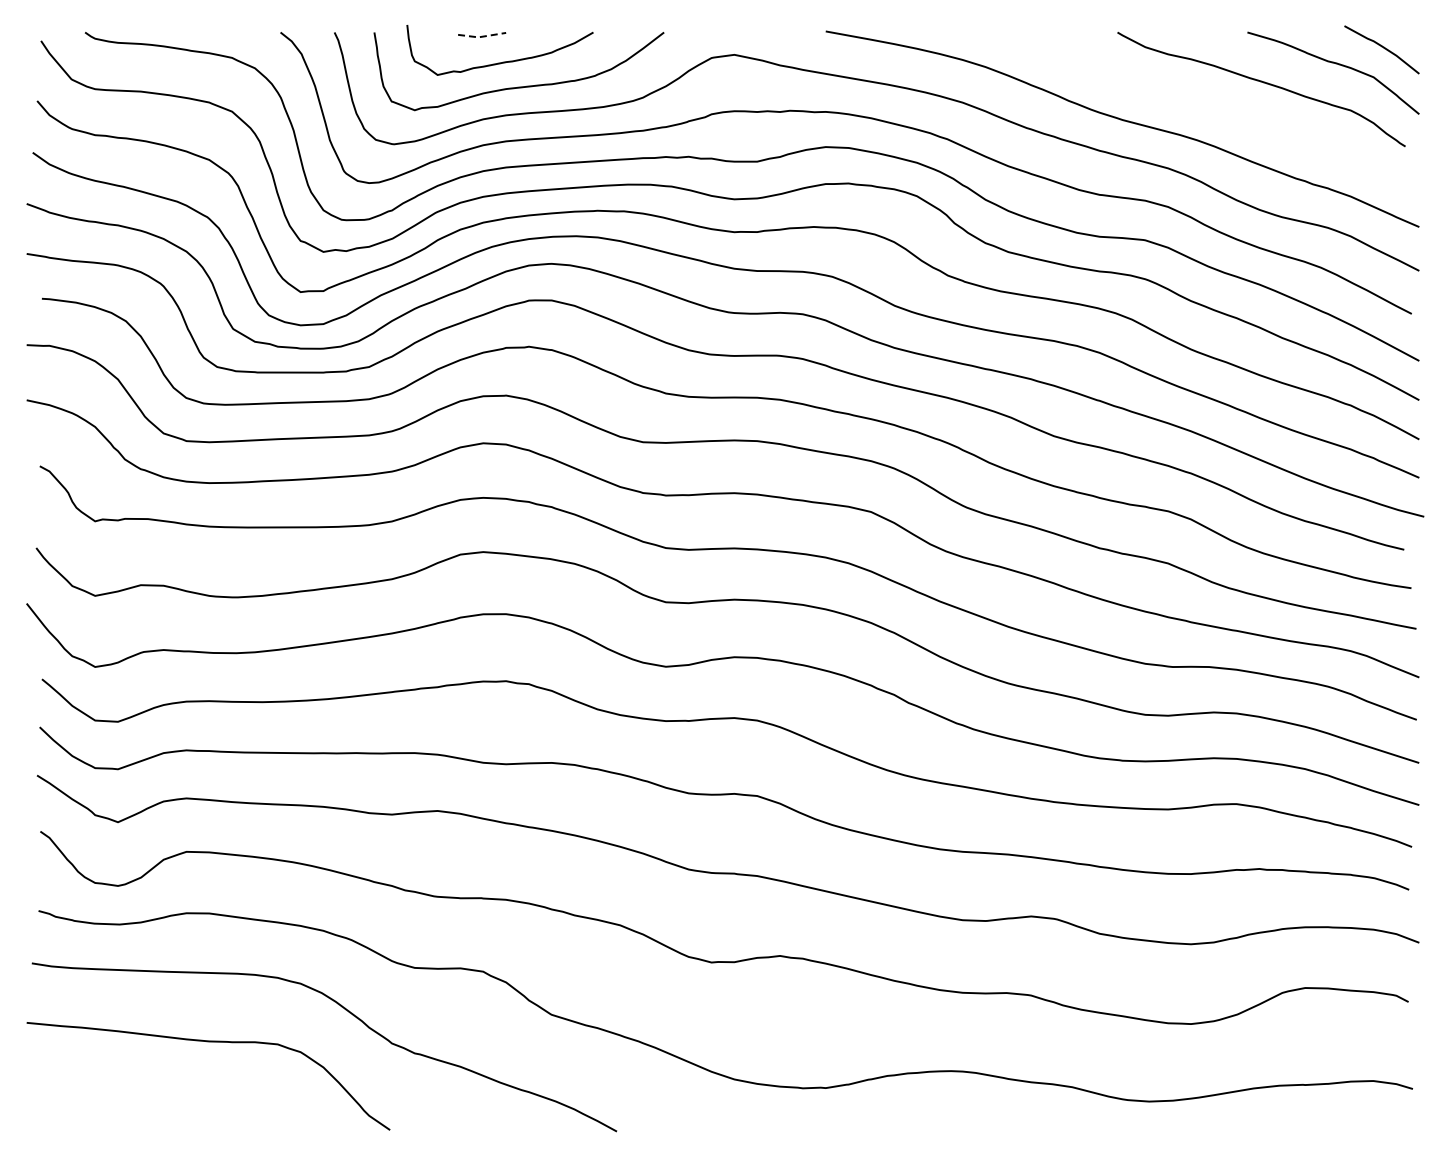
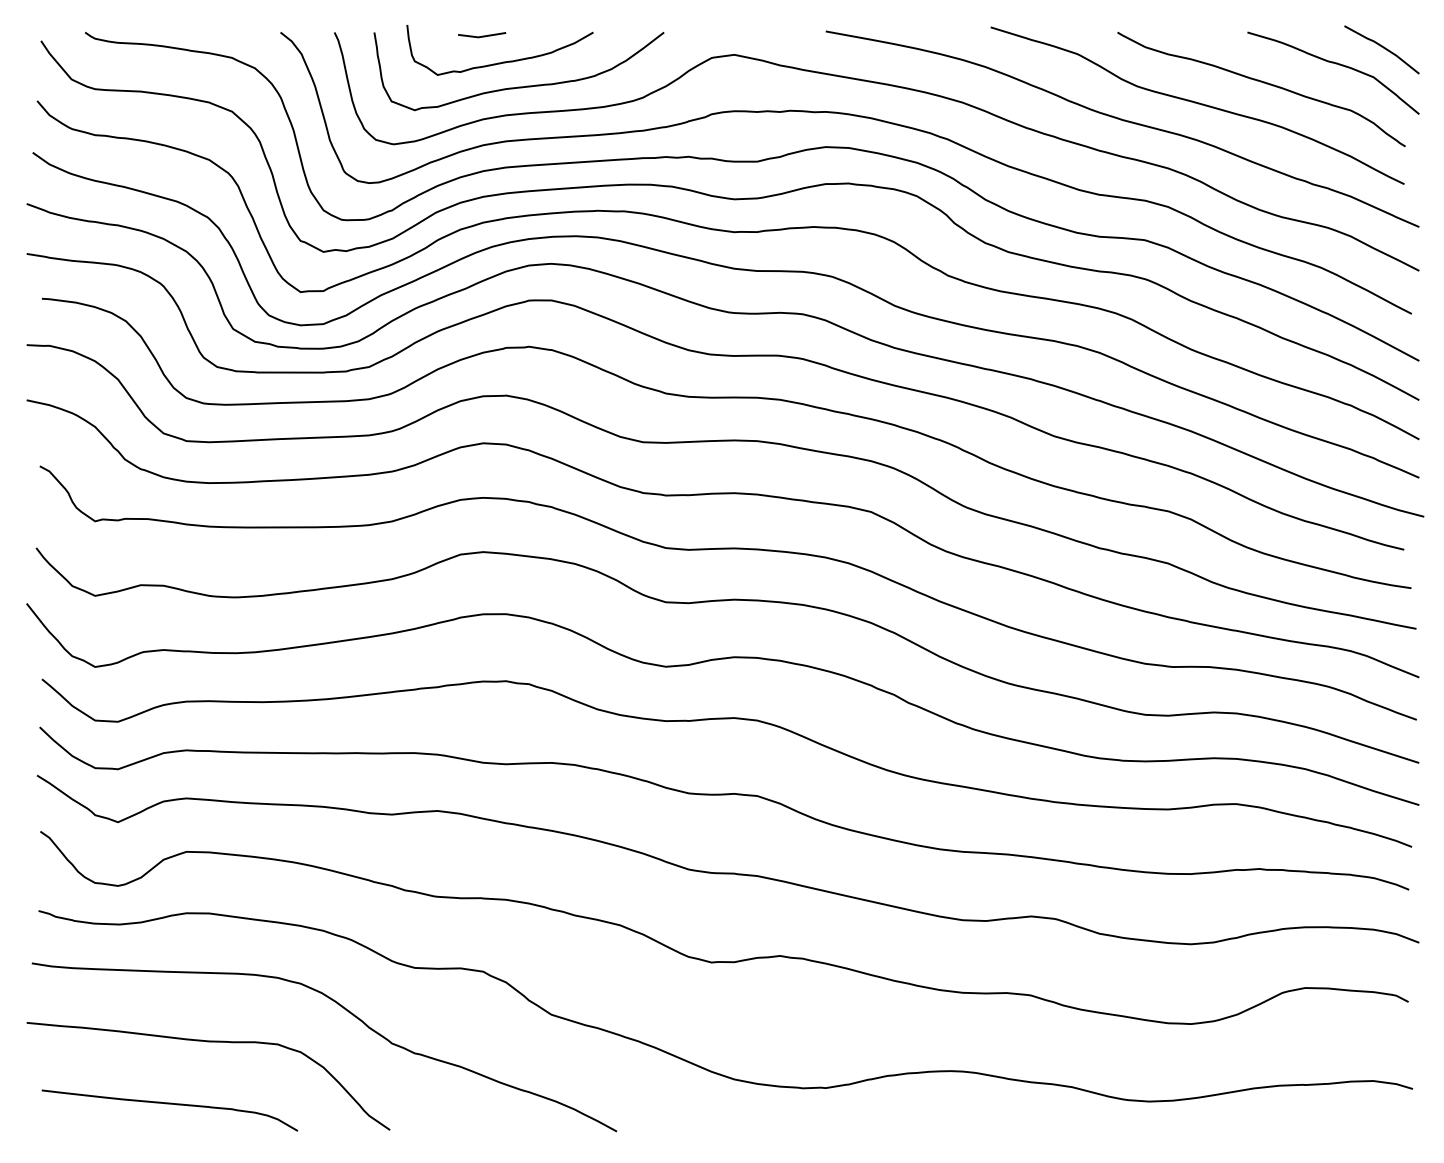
line at (482, 36): dashed -> solid
curve at (1198, 104): none -> present
curve at (169, 1104): none -> present
